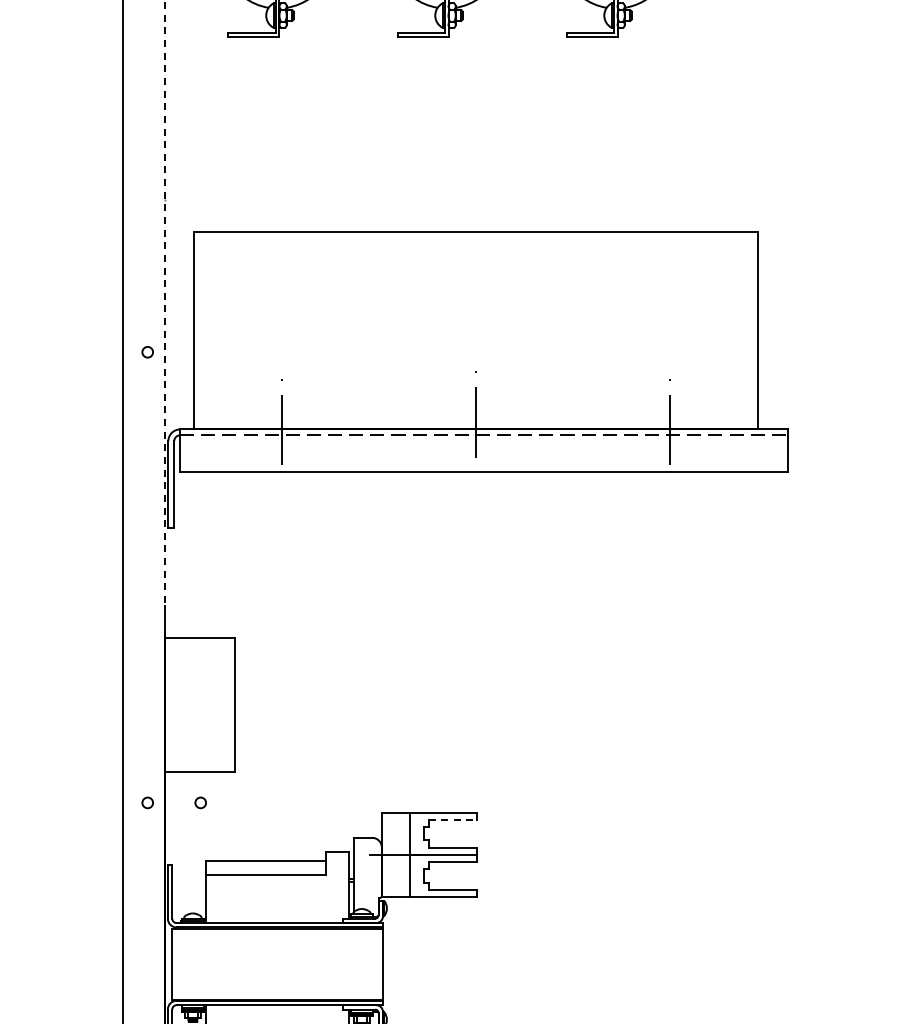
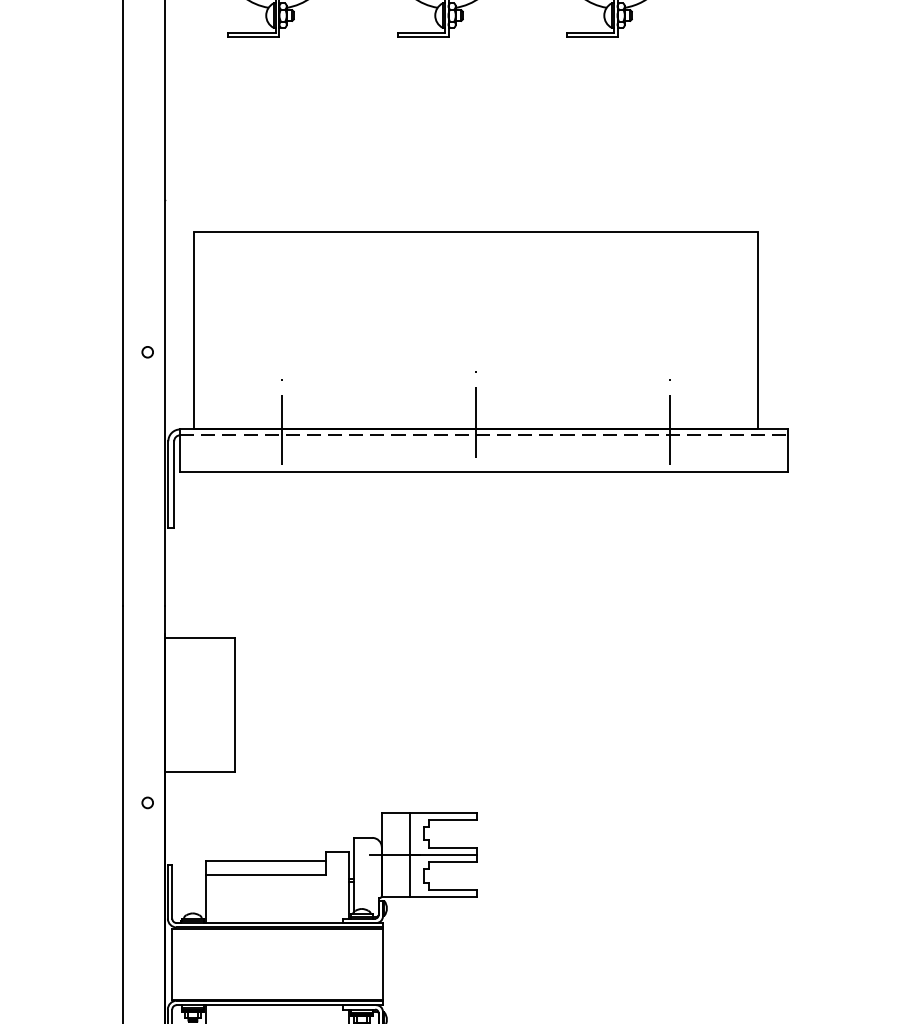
line at (165, 303): dashed -> solid
circle at (200, 802): present -> none
line at (453, 819): dashed -> solid
